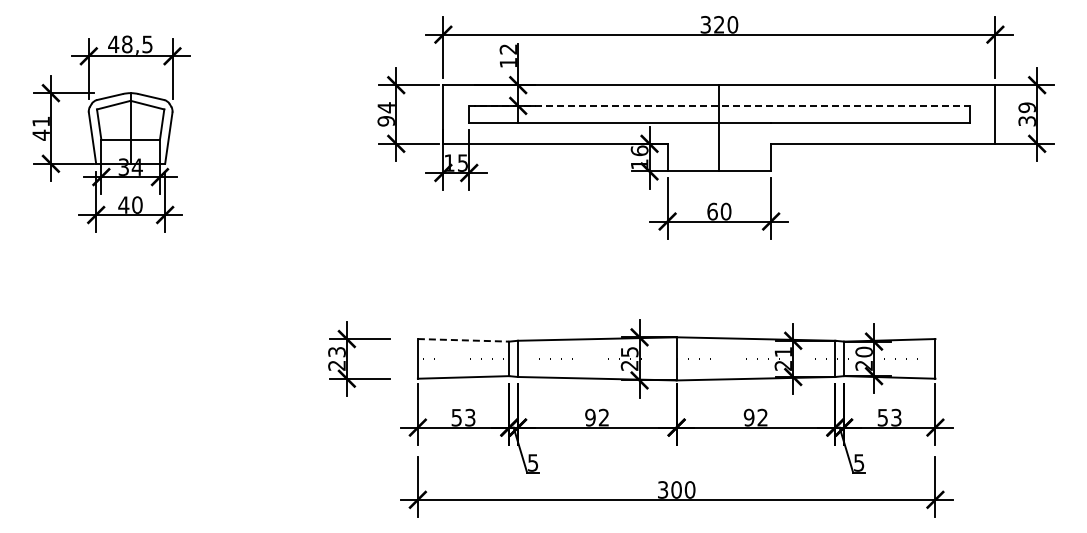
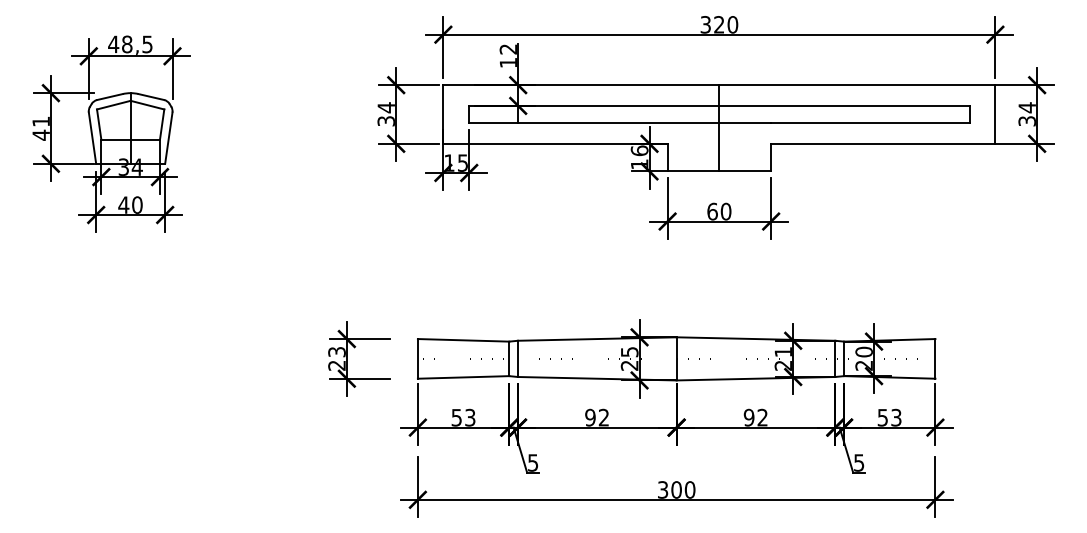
line at (719, 105): dashed -> solid
text at (1026, 107): 39 -> 34
text at (385, 121): 94 -> 34
line at (463, 340): dashed -> solid
